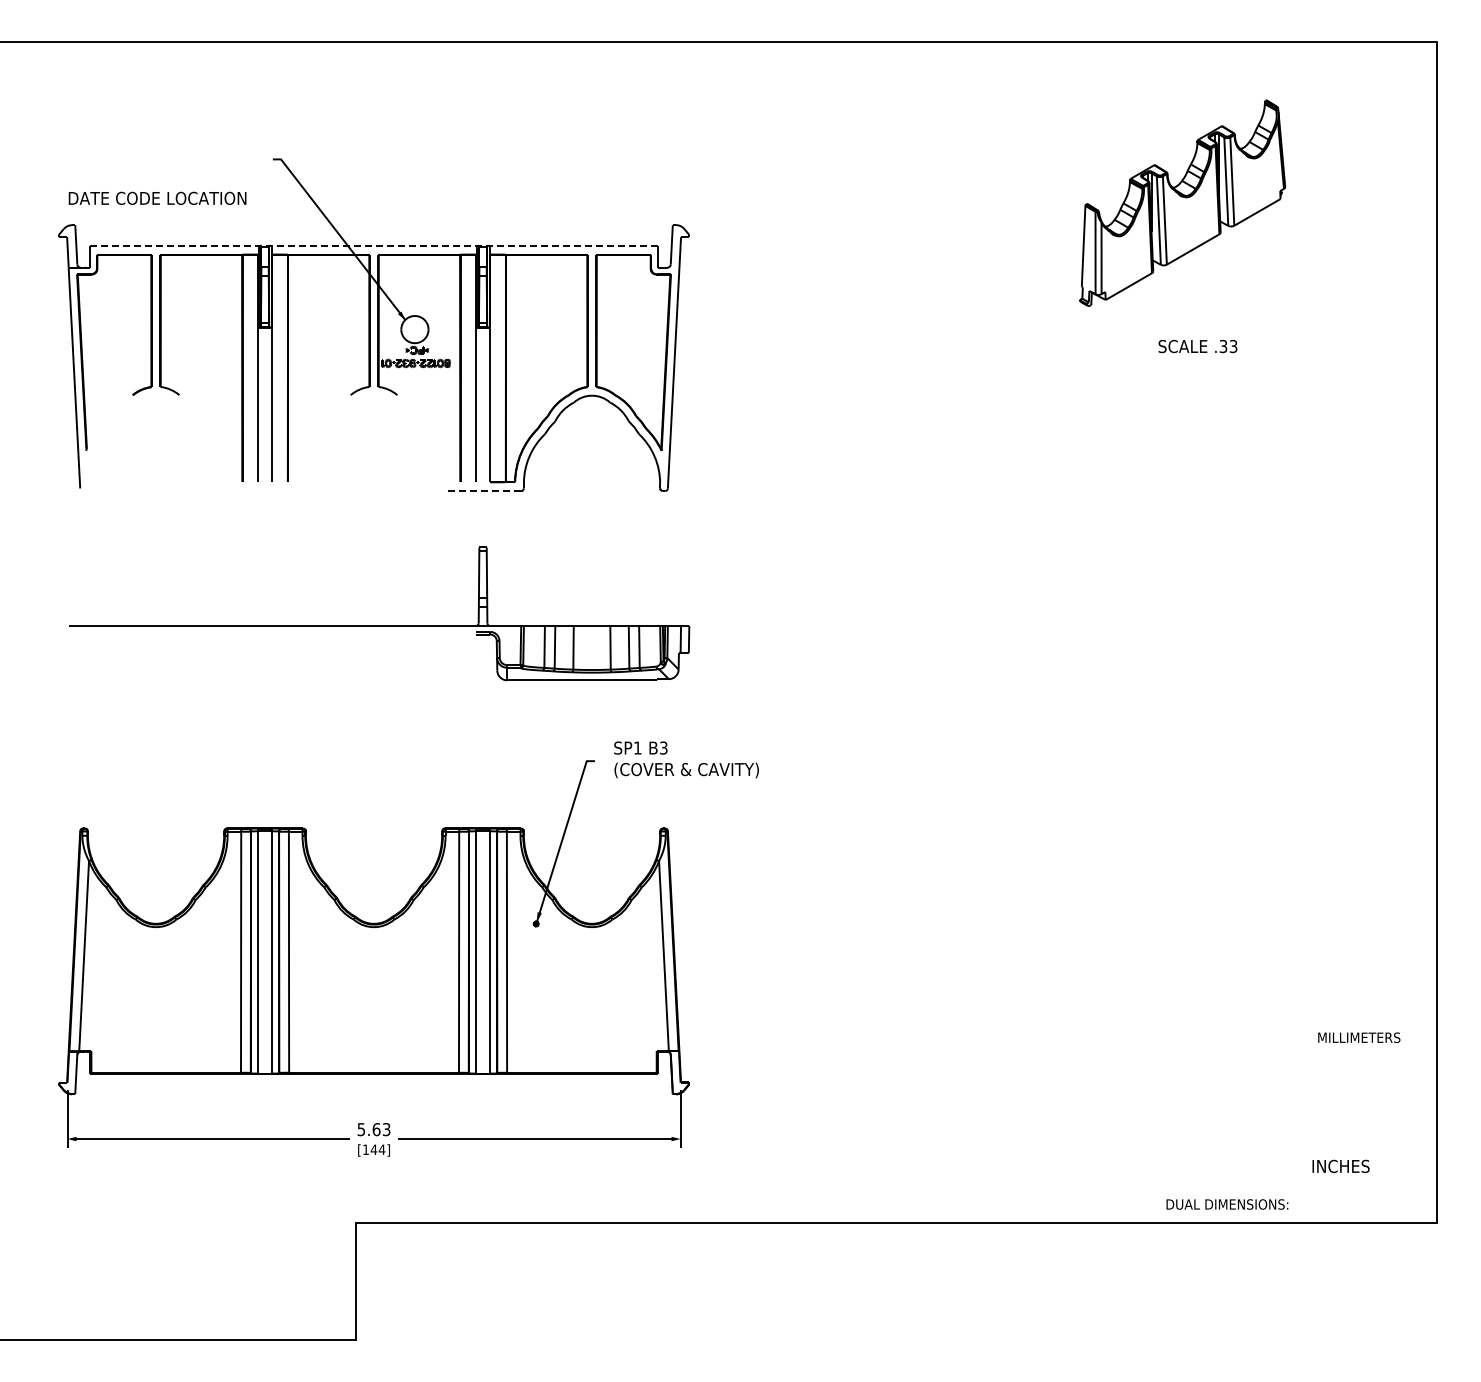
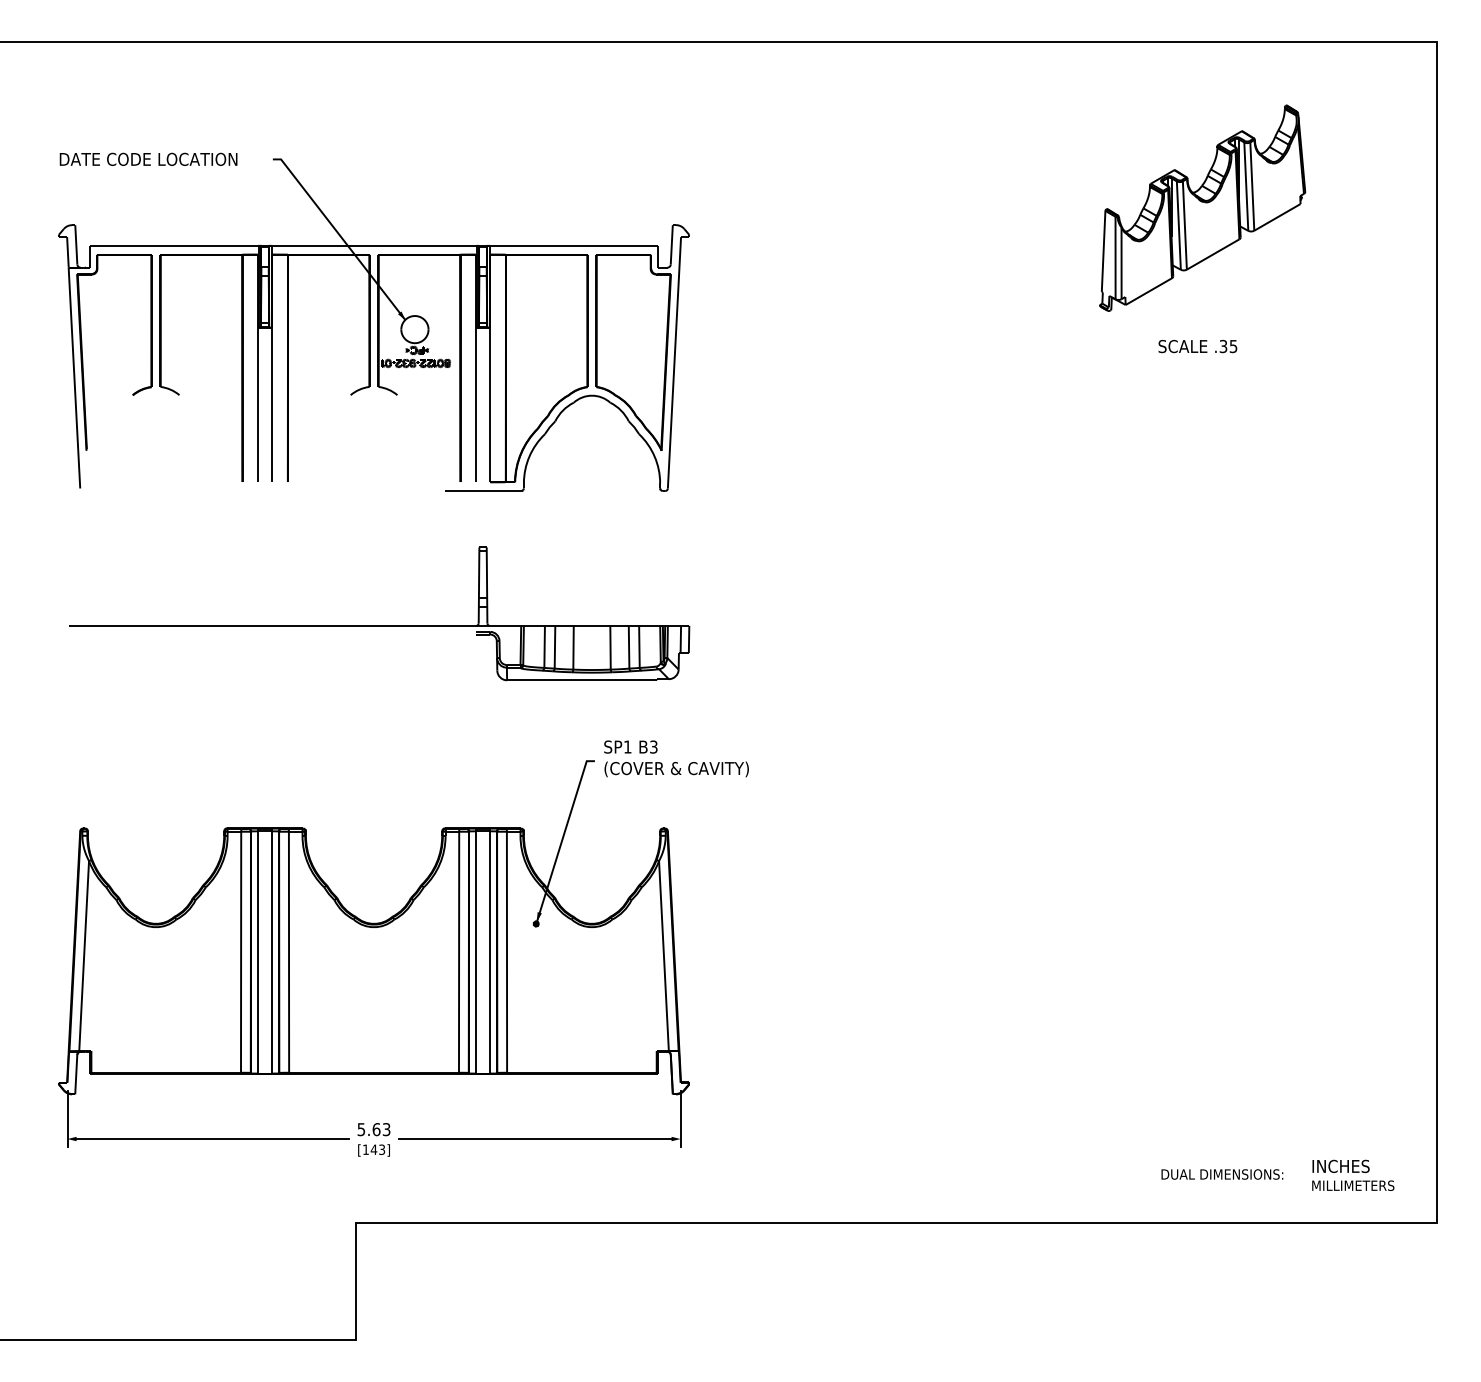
text at (157, 197) position: (157, 197) -> (148, 158)
part at (1182, 202) position: (1182, 202) -> (1202, 207)
line at (374, 245): dashed -> solid
text at (1233, 345): .33 -> .35
line at (482, 491): dashed -> solid
text at (686, 759) position: (686, 759) -> (676, 758)
text at (1359, 1037) position: (1359, 1037) -> (1353, 1185)
text at (381, 1149): [144] -> [143]
text at (1227, 1204) position: (1227, 1204) -> (1222, 1174)
